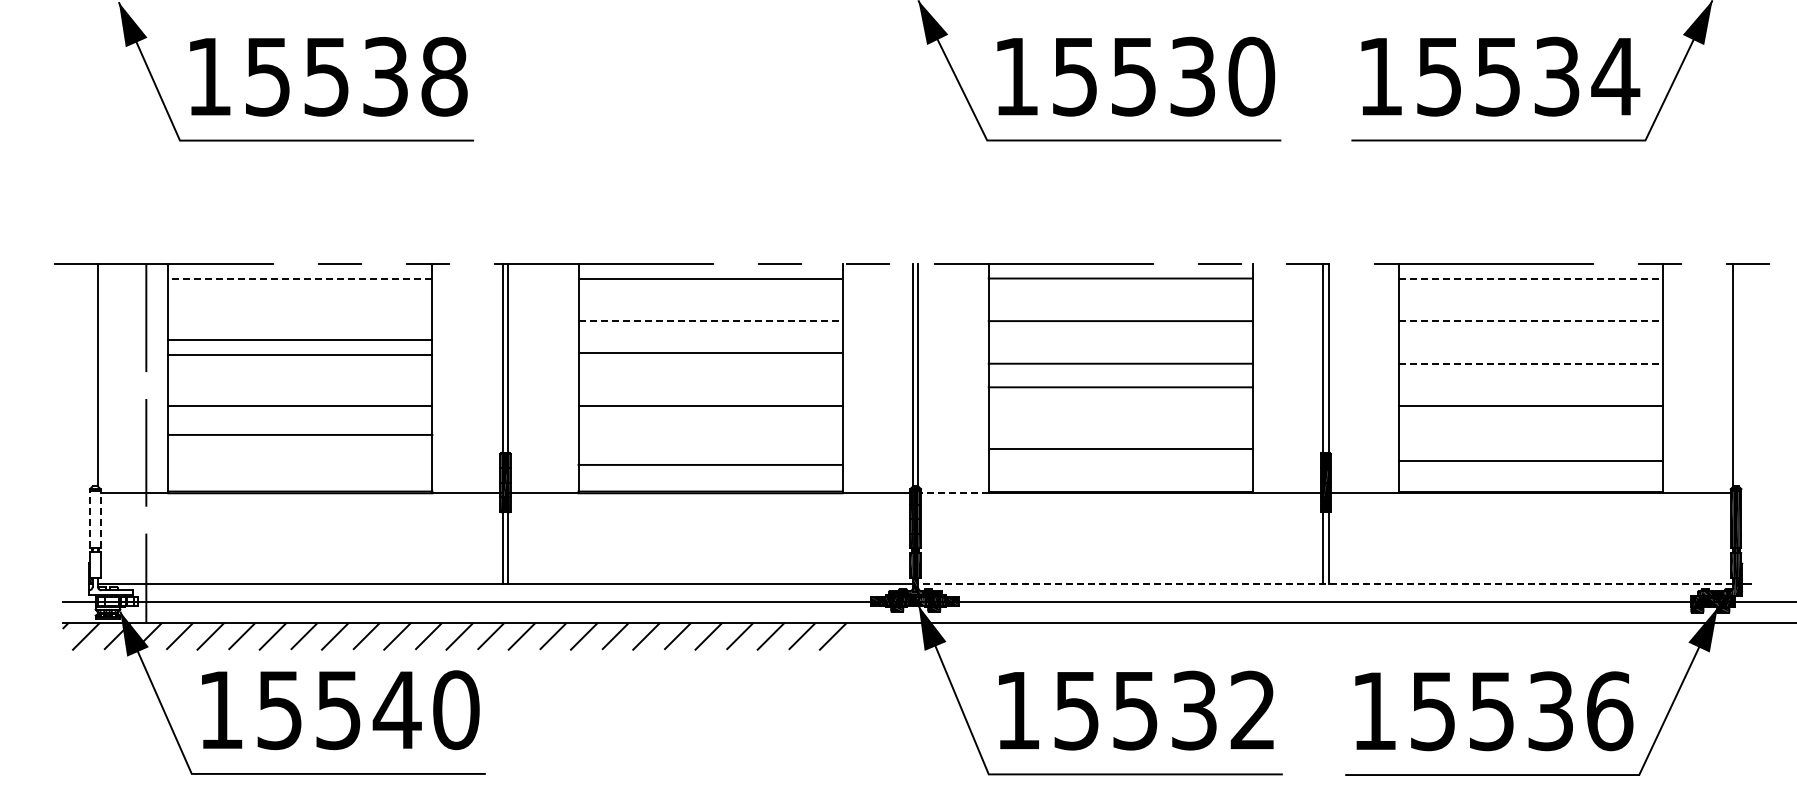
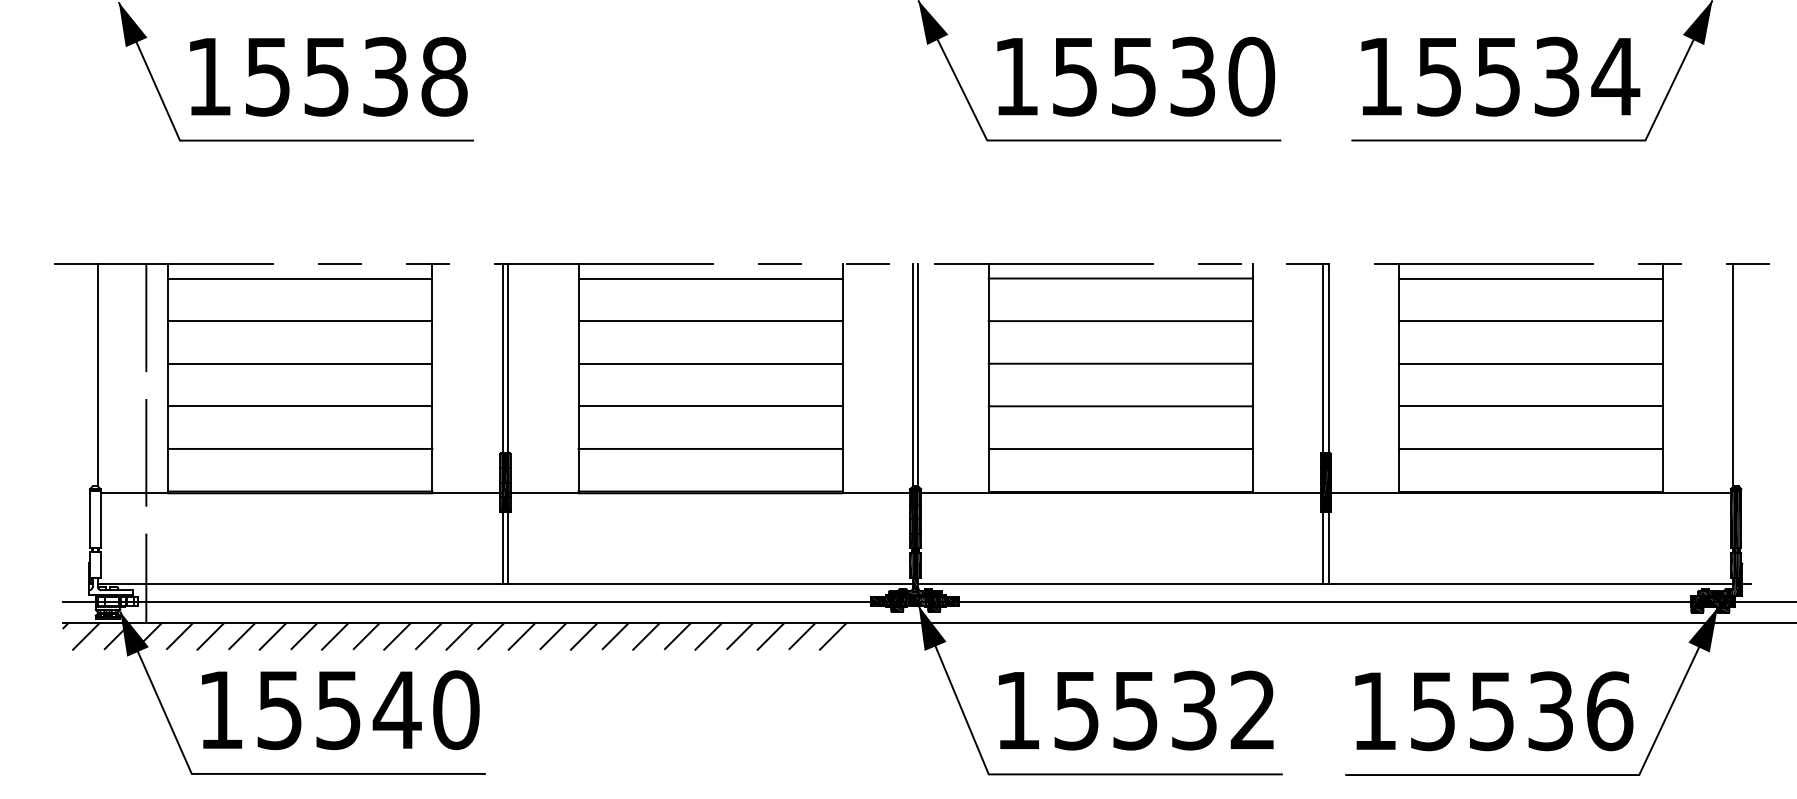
line at (299, 278): dashed -> solid
line at (1531, 278): dashed -> solid
line at (711, 321): dashed -> solid
line at (1531, 321): dashed -> solid
line at (300, 339) position: (300, 339) -> (300, 363)
line at (710, 352) position: (710, 352) -> (710, 363)
line at (300, 355) position: (300, 355) -> (300, 321)
line at (1531, 363): dashed -> solid
line at (1120, 387) position: (1120, 387) -> (1120, 406)
line at (300, 434) position: (300, 434) -> (300, 448)
line at (1530, 460) position: (1530, 460) -> (1530, 448)
line at (710, 464) position: (710, 464) -> (710, 448)
line at (954, 493): dashed -> solid
line at (90, 517): dashed -> solid
line at (100, 517): dashed -> solid
line at (1325, 583): dashed -> solid
